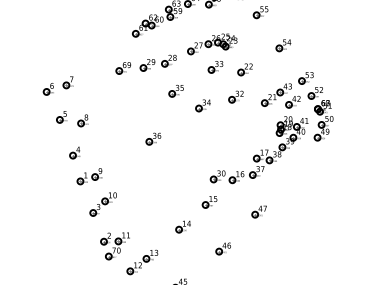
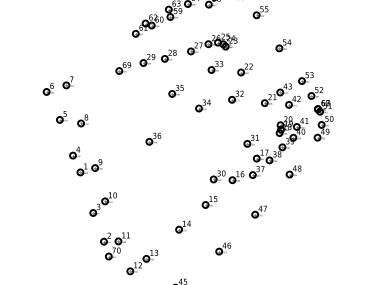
part at (157, 62) position: (157, 62) -> (157, 57)
part at (250, 140): none -> present
part at (293, 171): none -> present
part at (89, 176) position: (89, 176) -> (89, 167)
